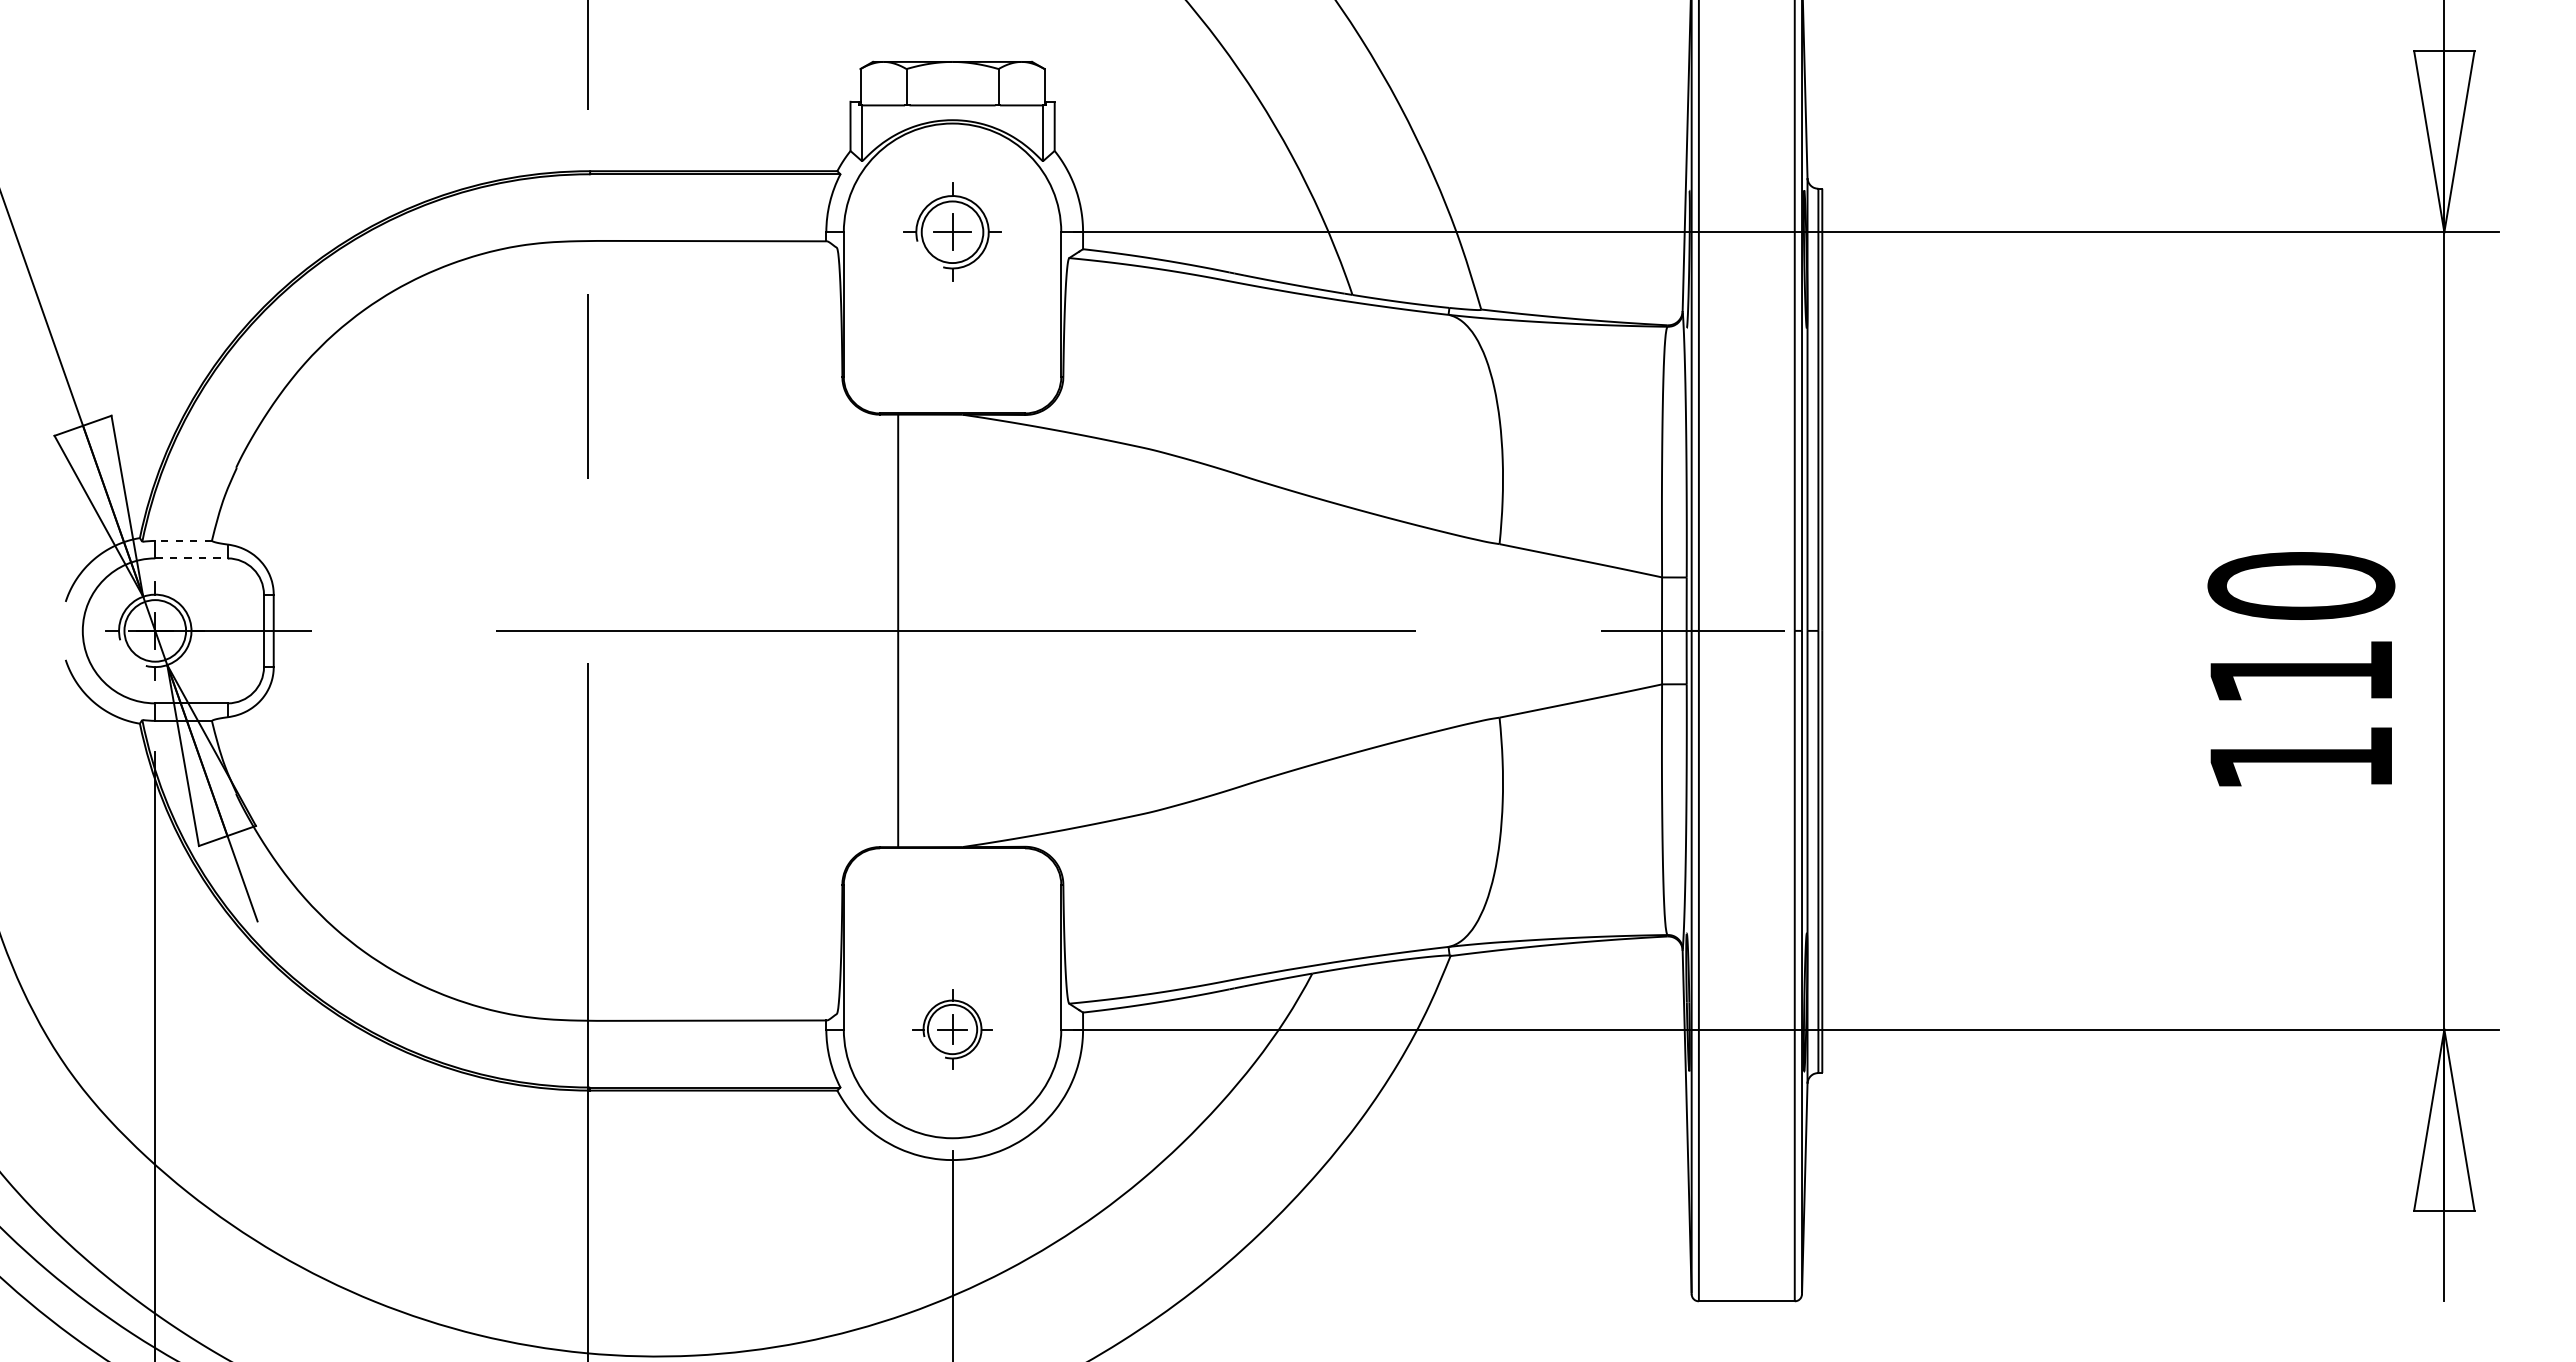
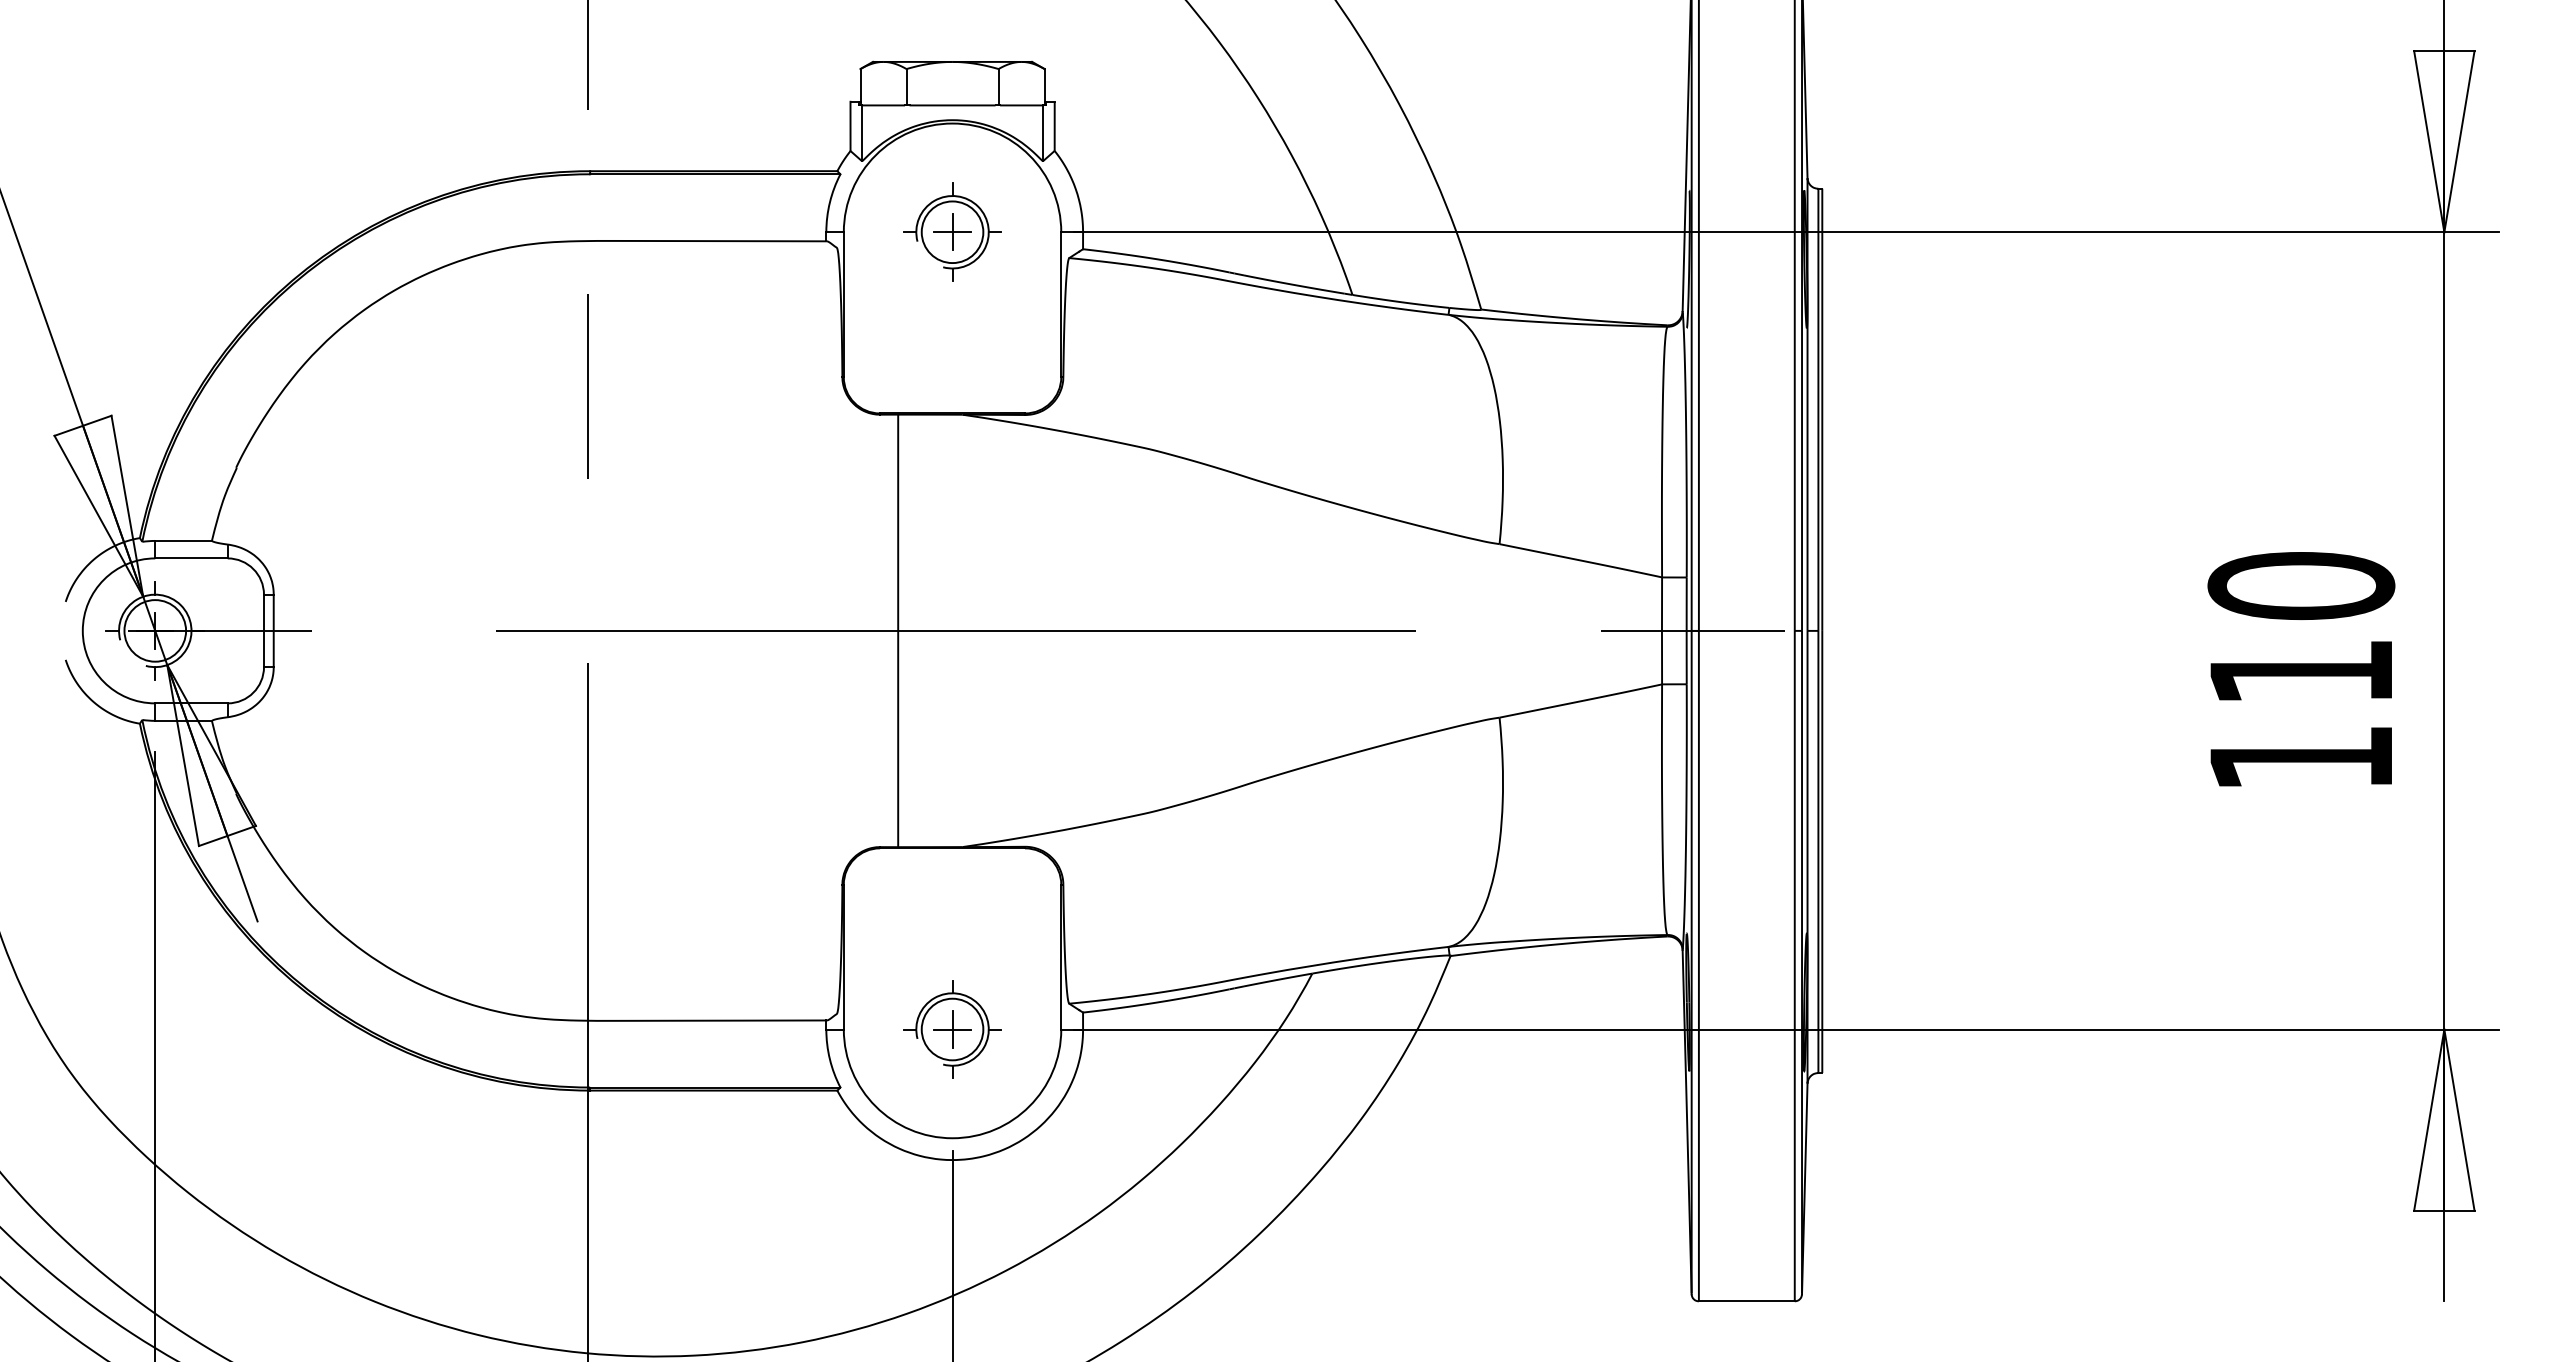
line at (183, 540): dashed -> solid
line at (192, 558): dashed -> solid
part at (952, 1029) size: 81x81 px -> 99x99 px
